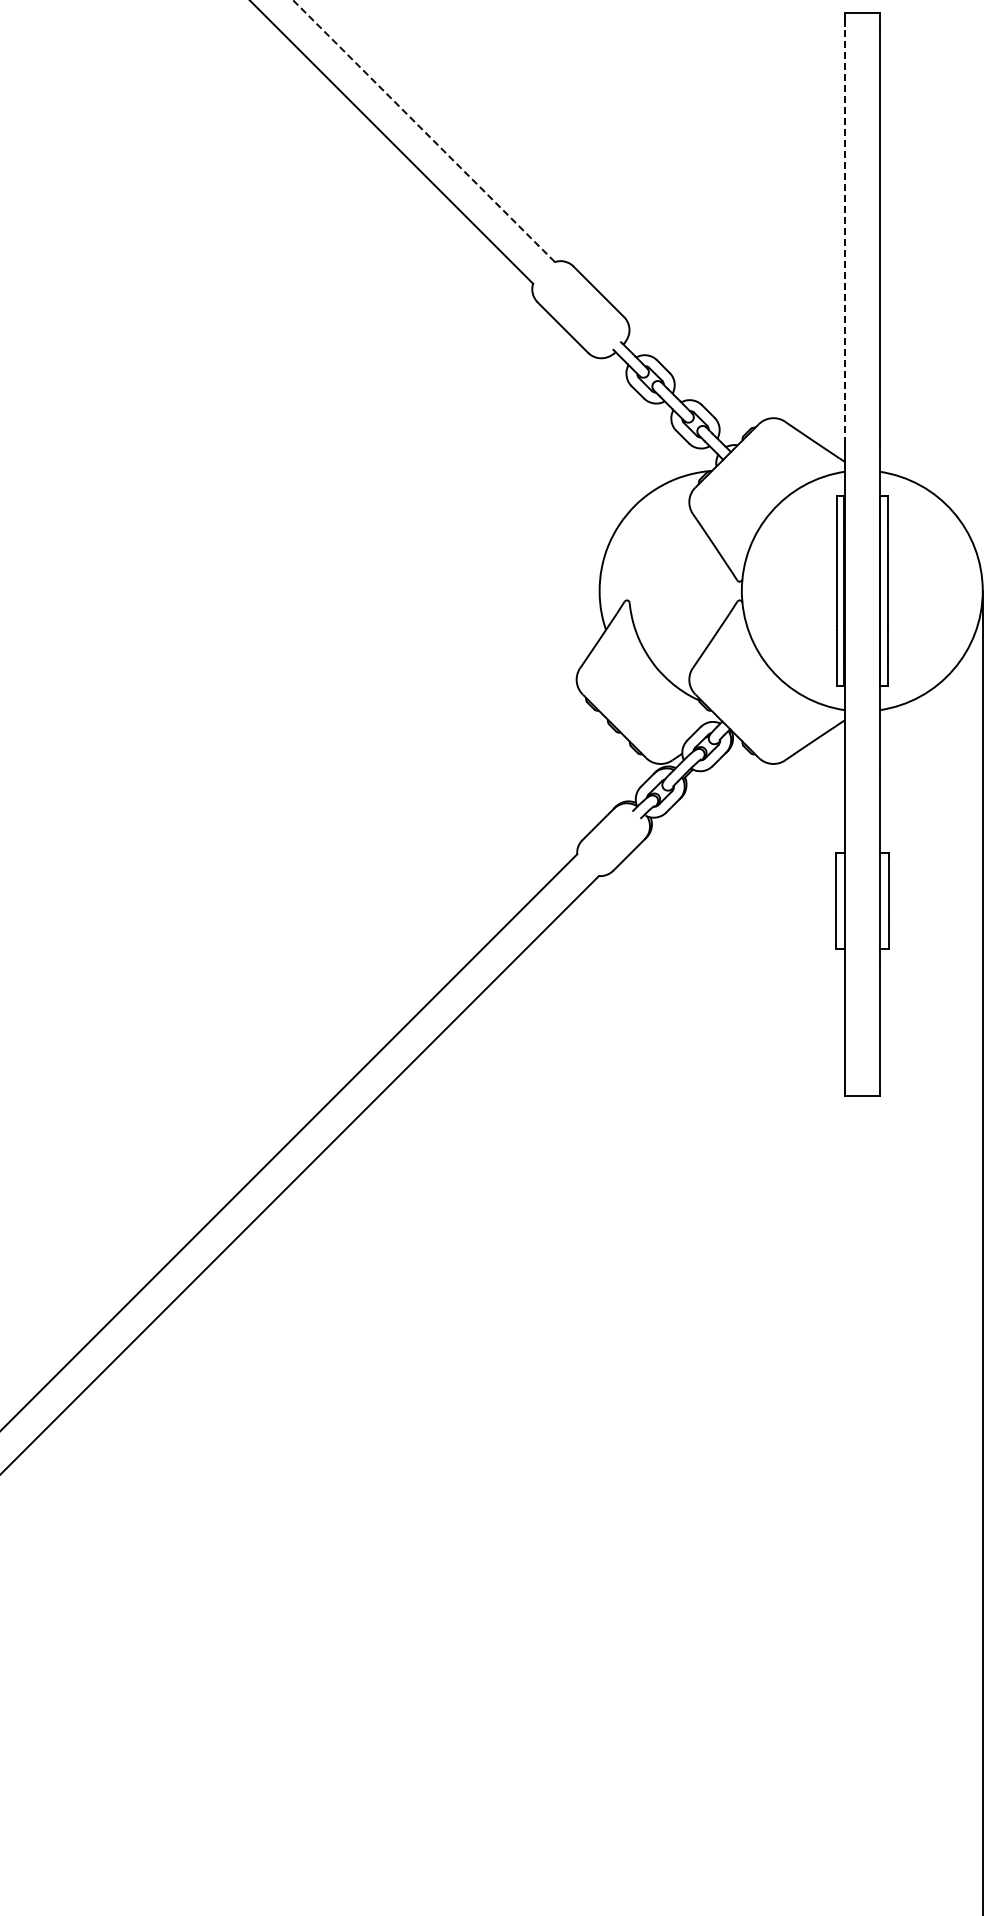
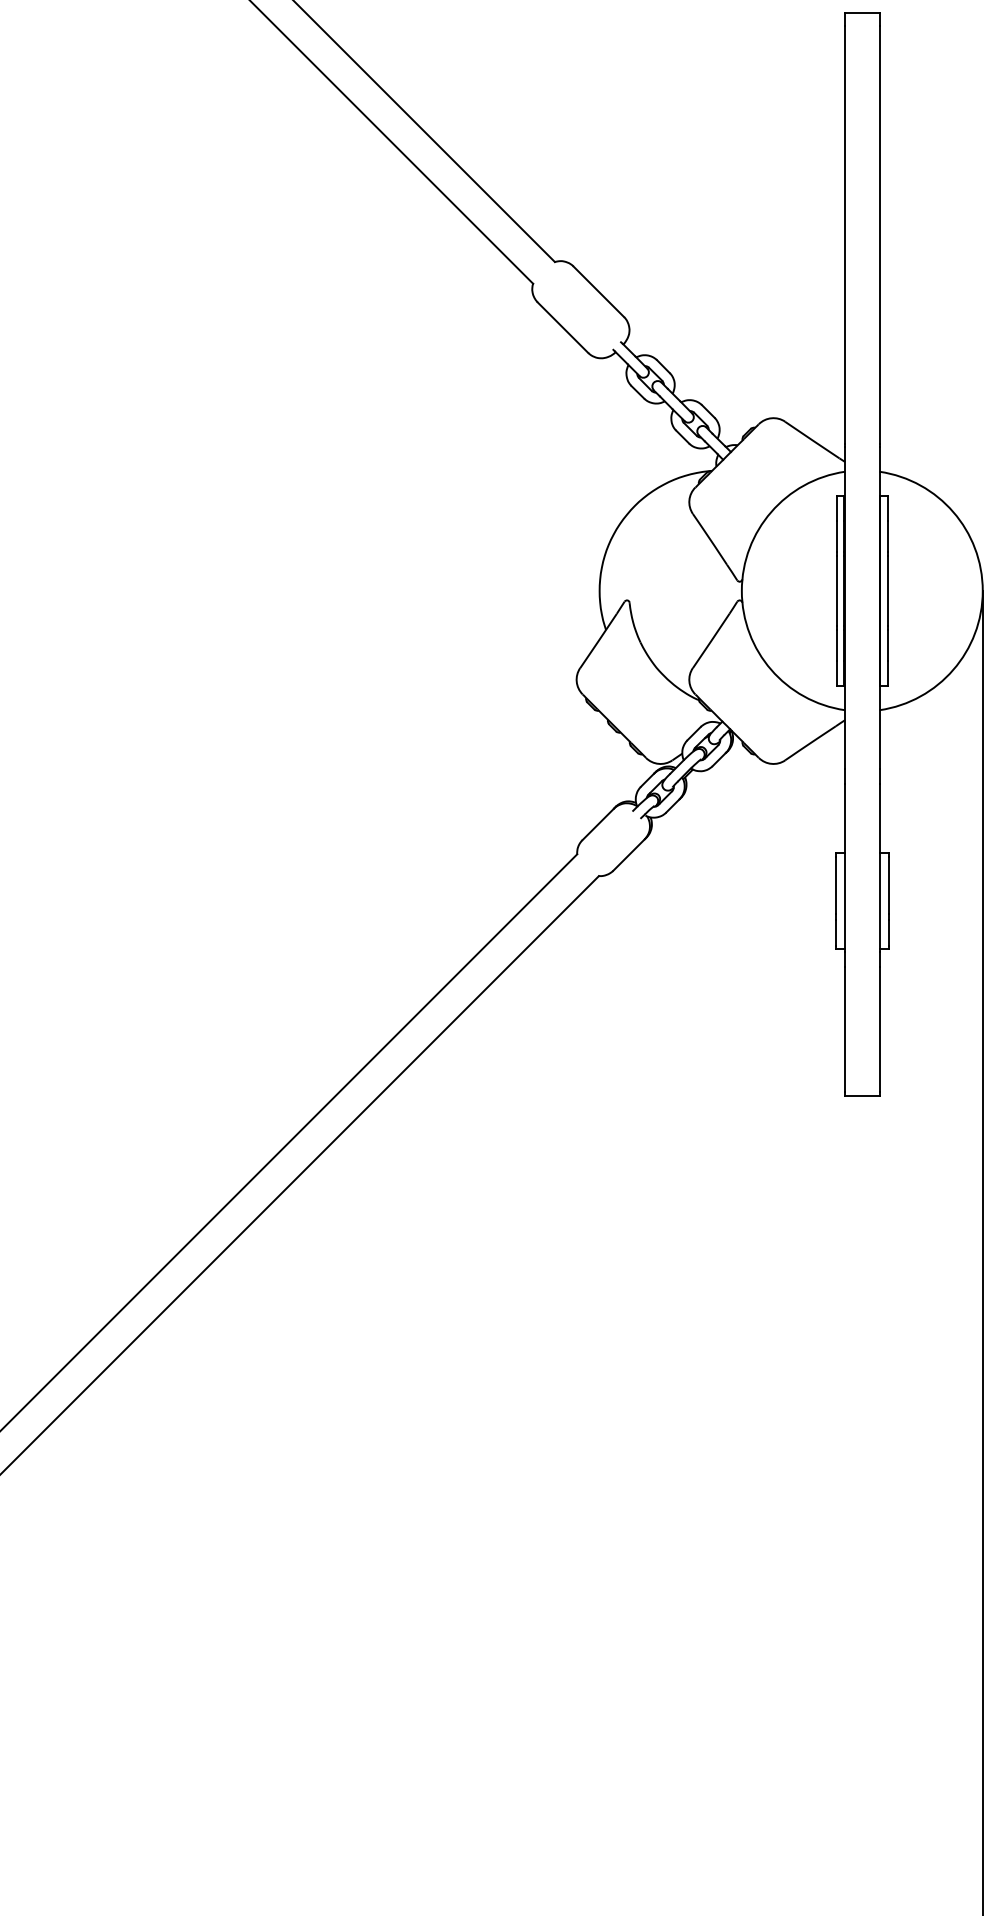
line at (424, 131): dashed -> solid
line at (845, 234): dashed -> solid
